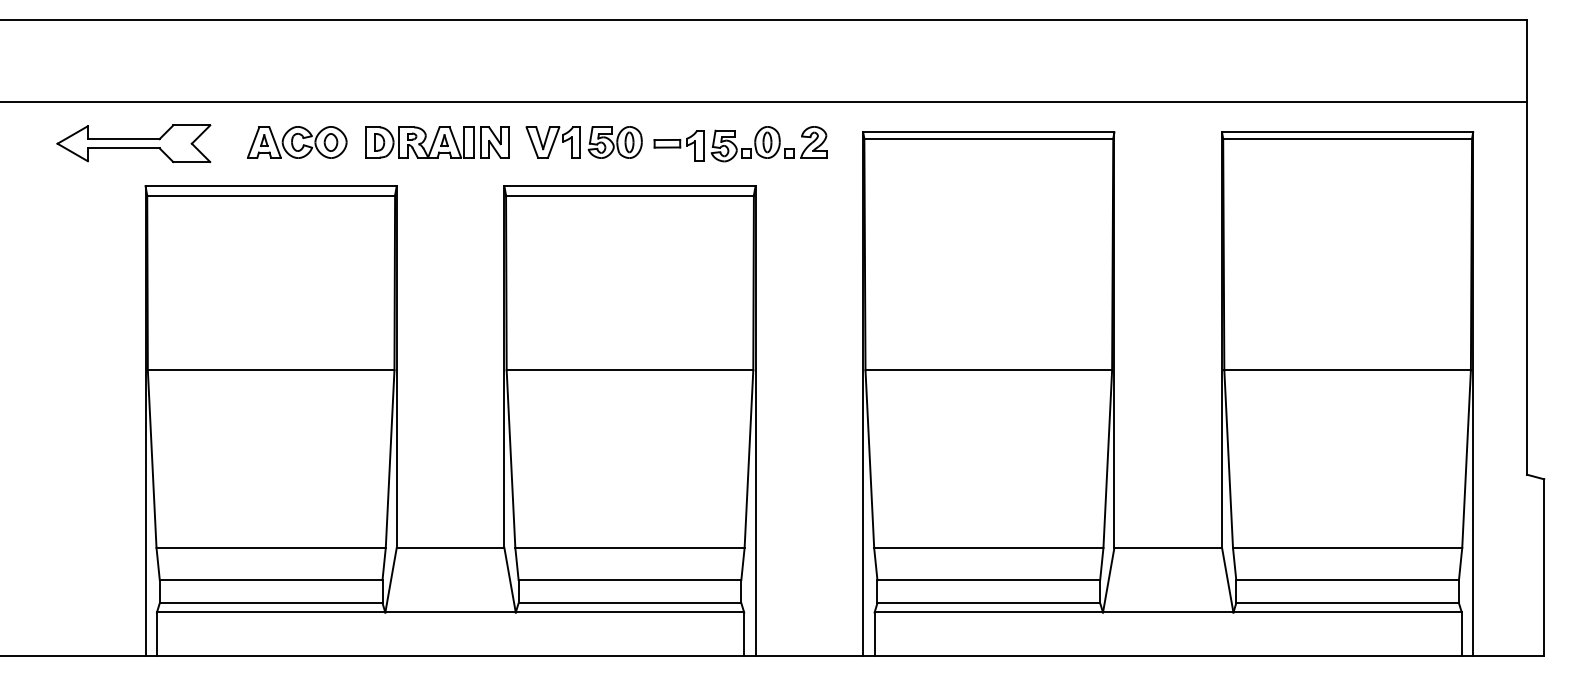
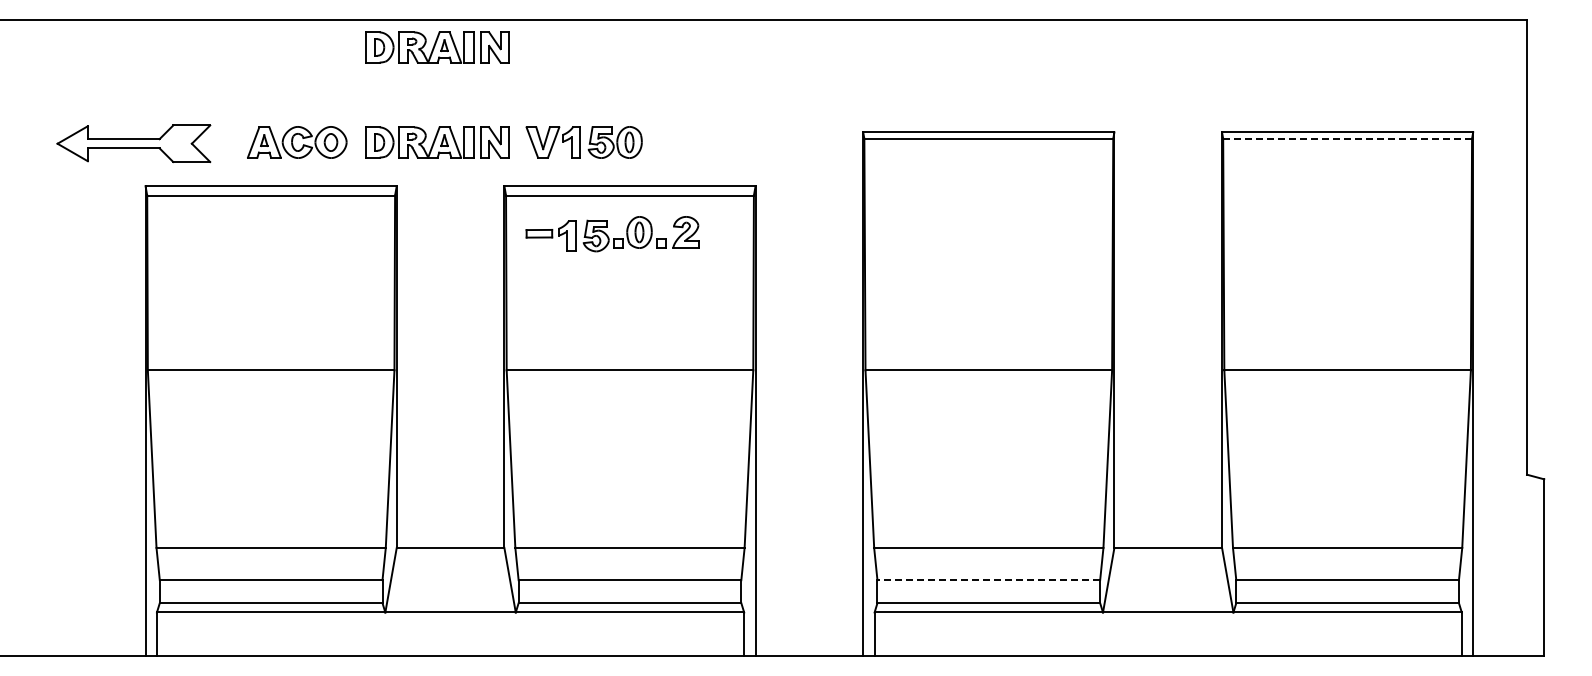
part at (437, 47): none -> present
line at (764, 102): present -> none
line at (1347, 138): solid -> dashed
part at (740, 144) position: (740, 144) -> (612, 234)
line at (988, 580): solid -> dashed
